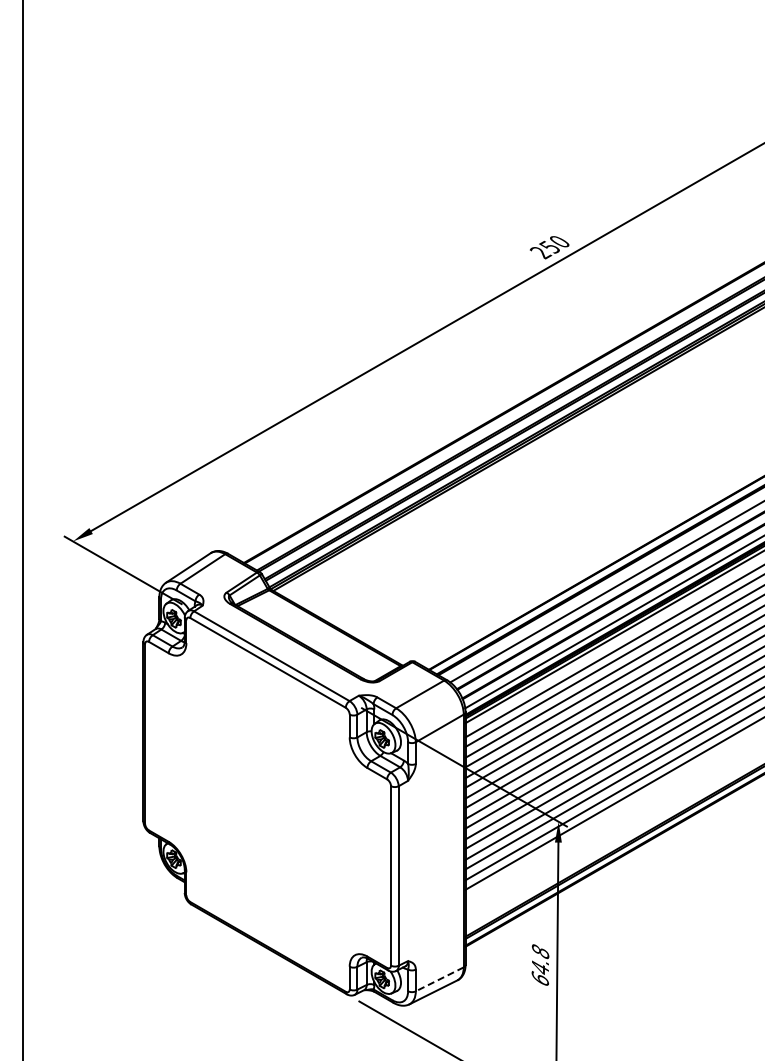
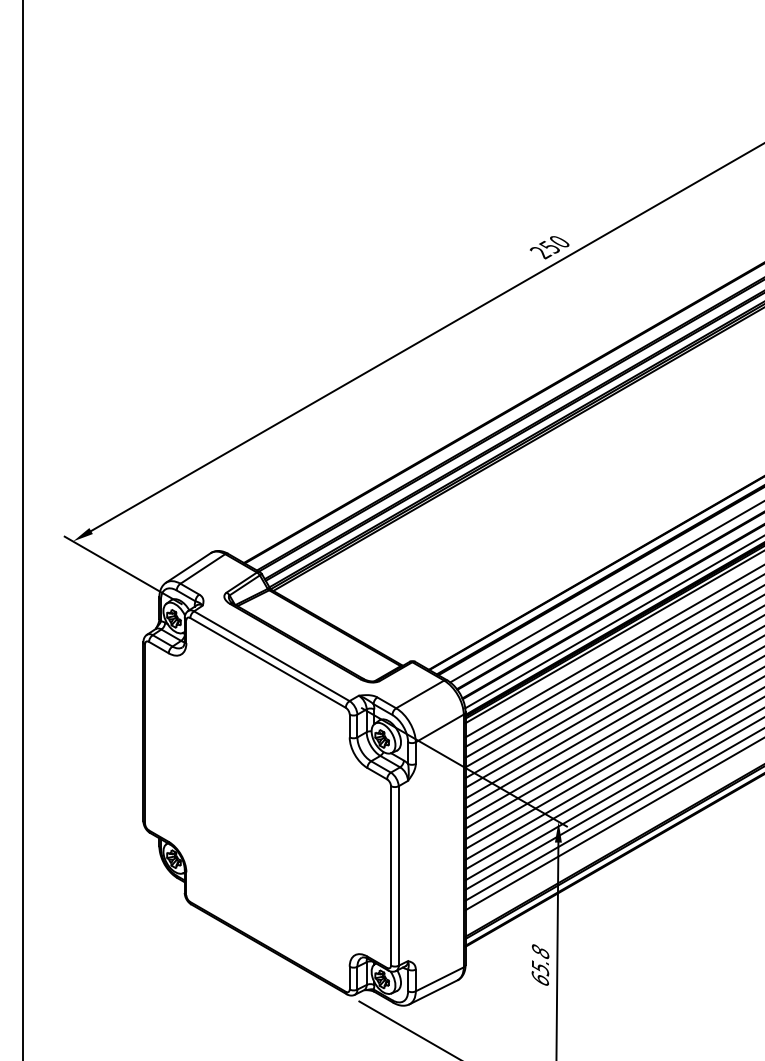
line at (613, 814): none -> present
line at (613, 824): none -> present
text at (540, 968): 64.8 -> 65.8
line at (439, 979): dashed -> solid
